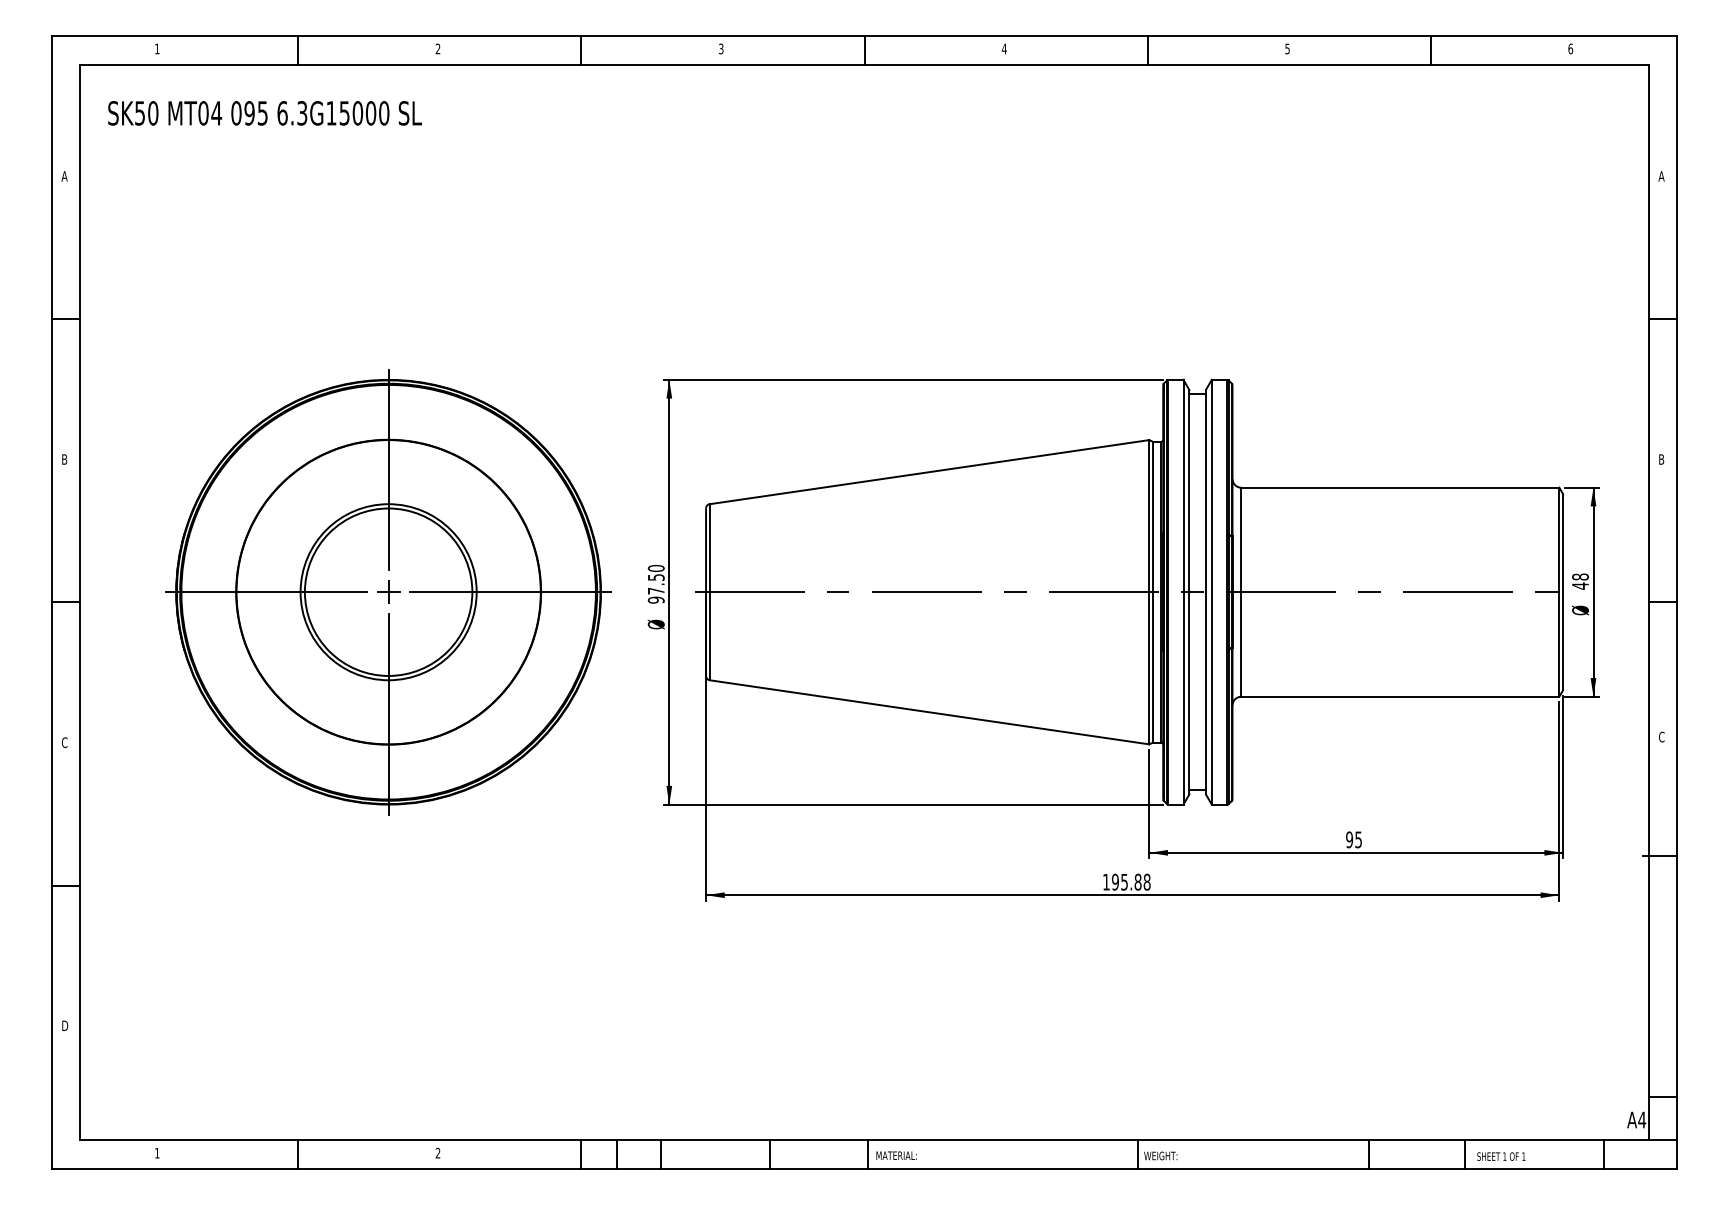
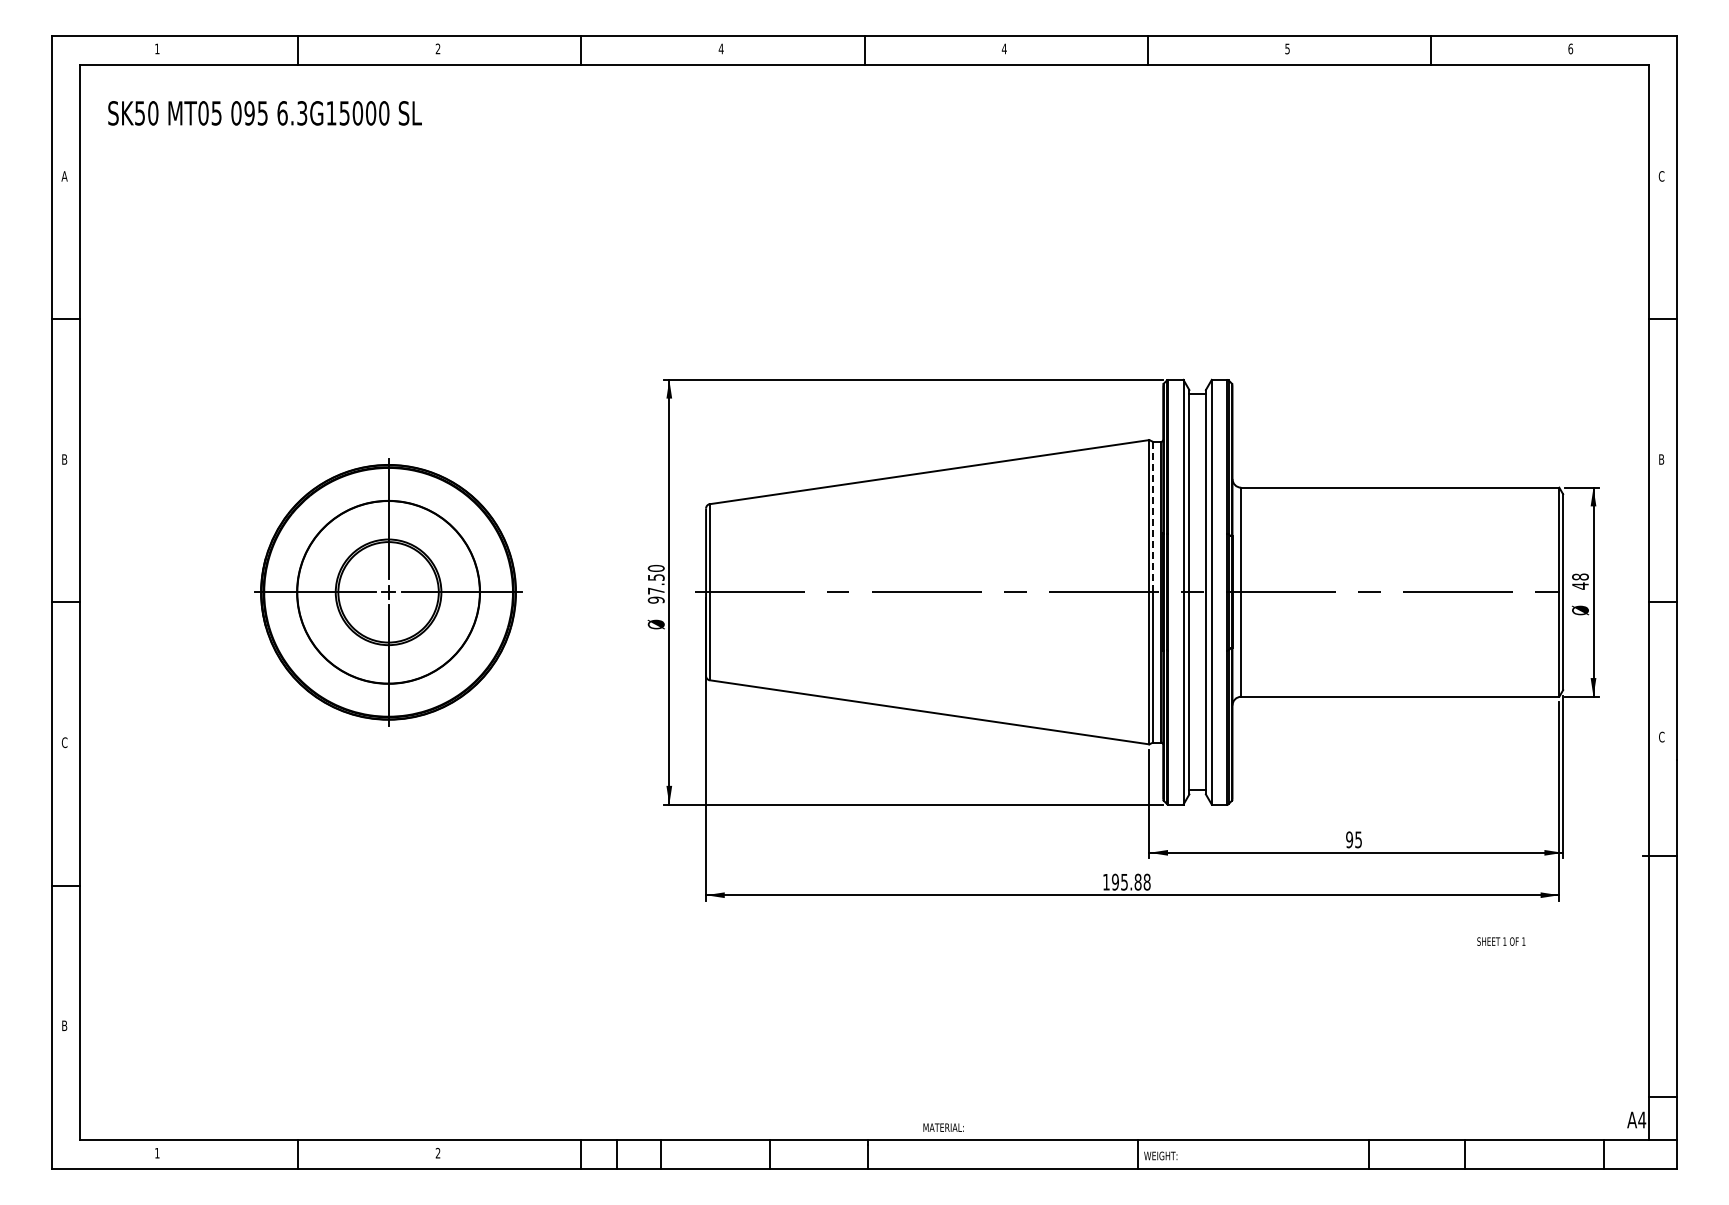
text at (720, 48): 3 -> 4
text at (216, 113): MT04 -> MT05
text at (1661, 176): A -> C
line at (1153, 516): solid -> dashed
part at (388, 592) size: 447x447 px -> 269x269 px
text at (65, 1025): D -> B
text at (896, 1155) position: (896, 1155) -> (943, 1127)
text at (1501, 1156) position: (1501, 1156) -> (1501, 941)
